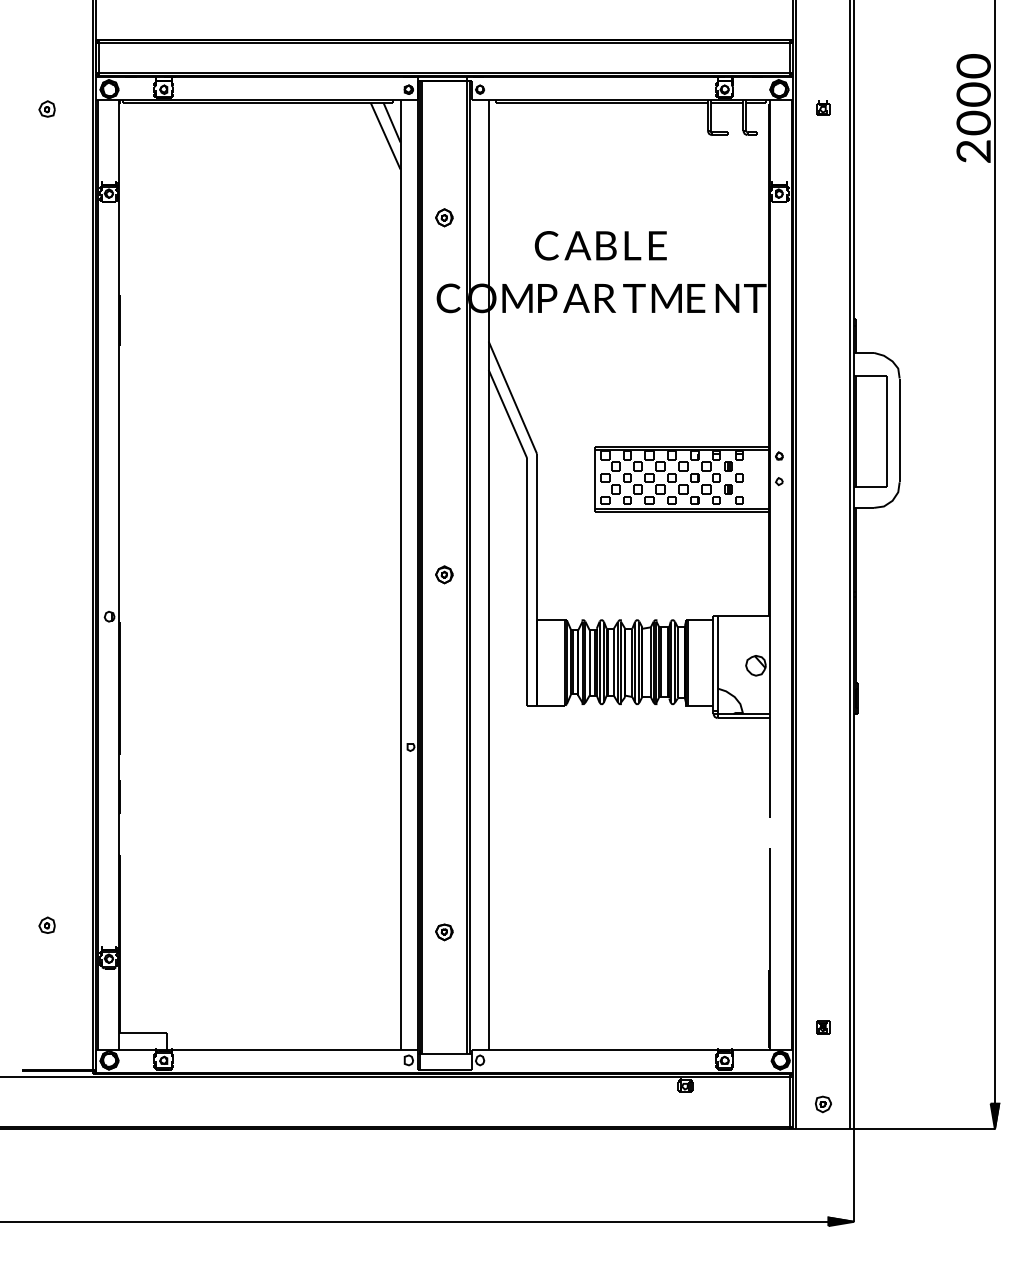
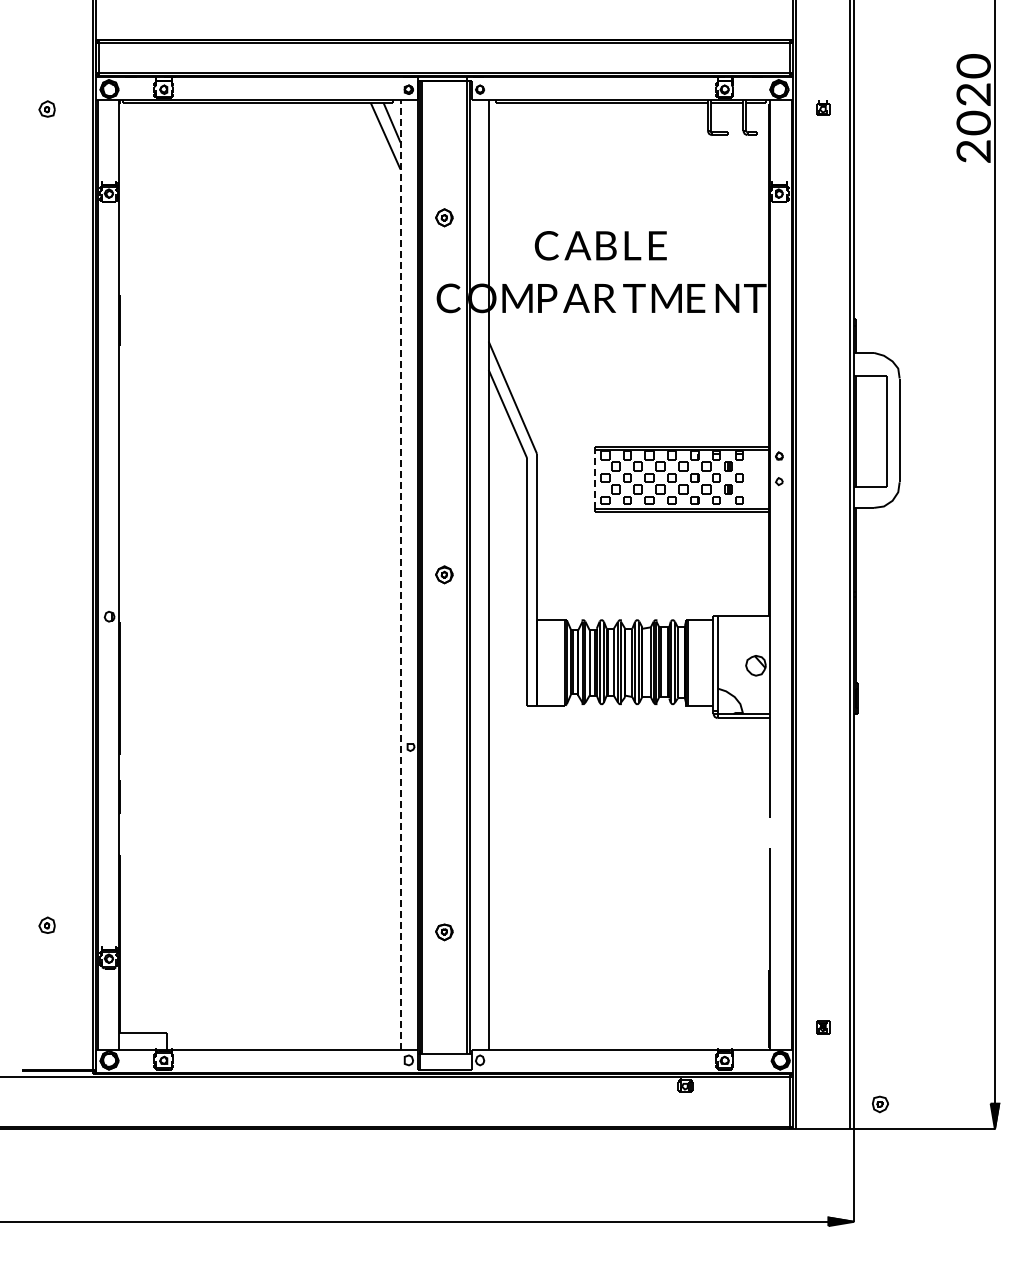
text at (973, 94): 0 -> 2
line at (595, 479): solid -> dashed
line at (400, 574): solid -> dashed
part at (823, 1104) position: (823, 1104) -> (880, 1104)
